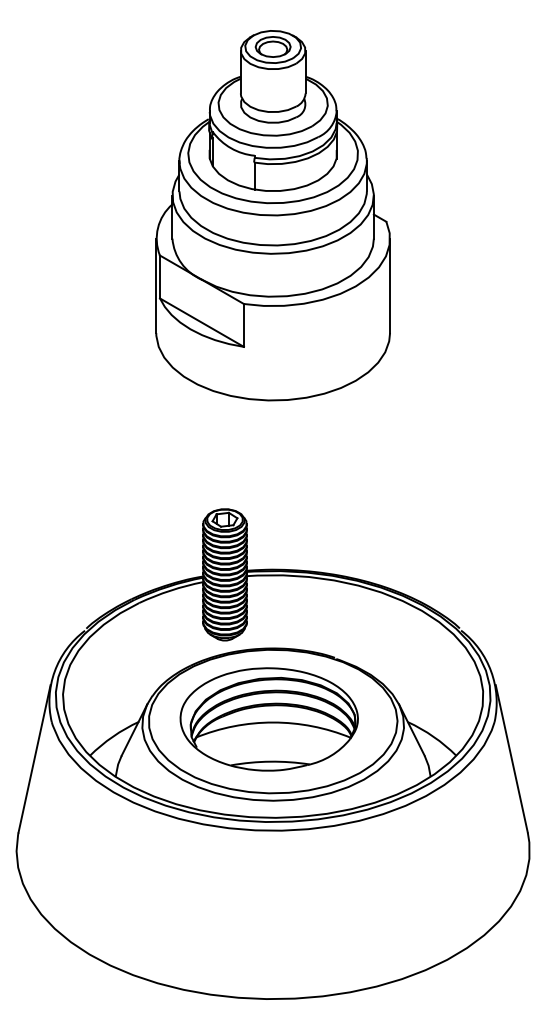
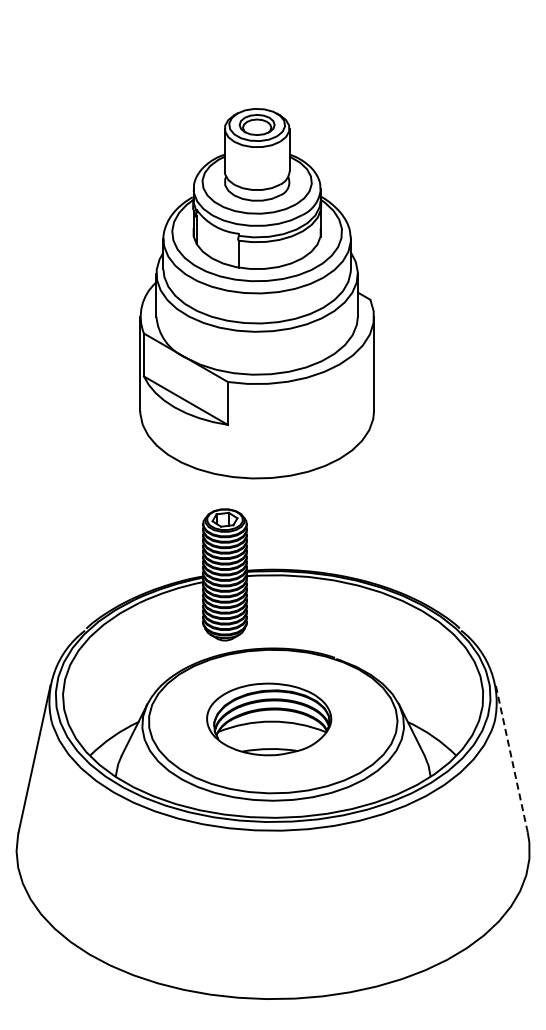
part at (272, 215) position: (272, 215) -> (256, 293)
part at (268, 719) size: 180x105 px -> 127x75 px
line at (511, 758): solid -> dashed
